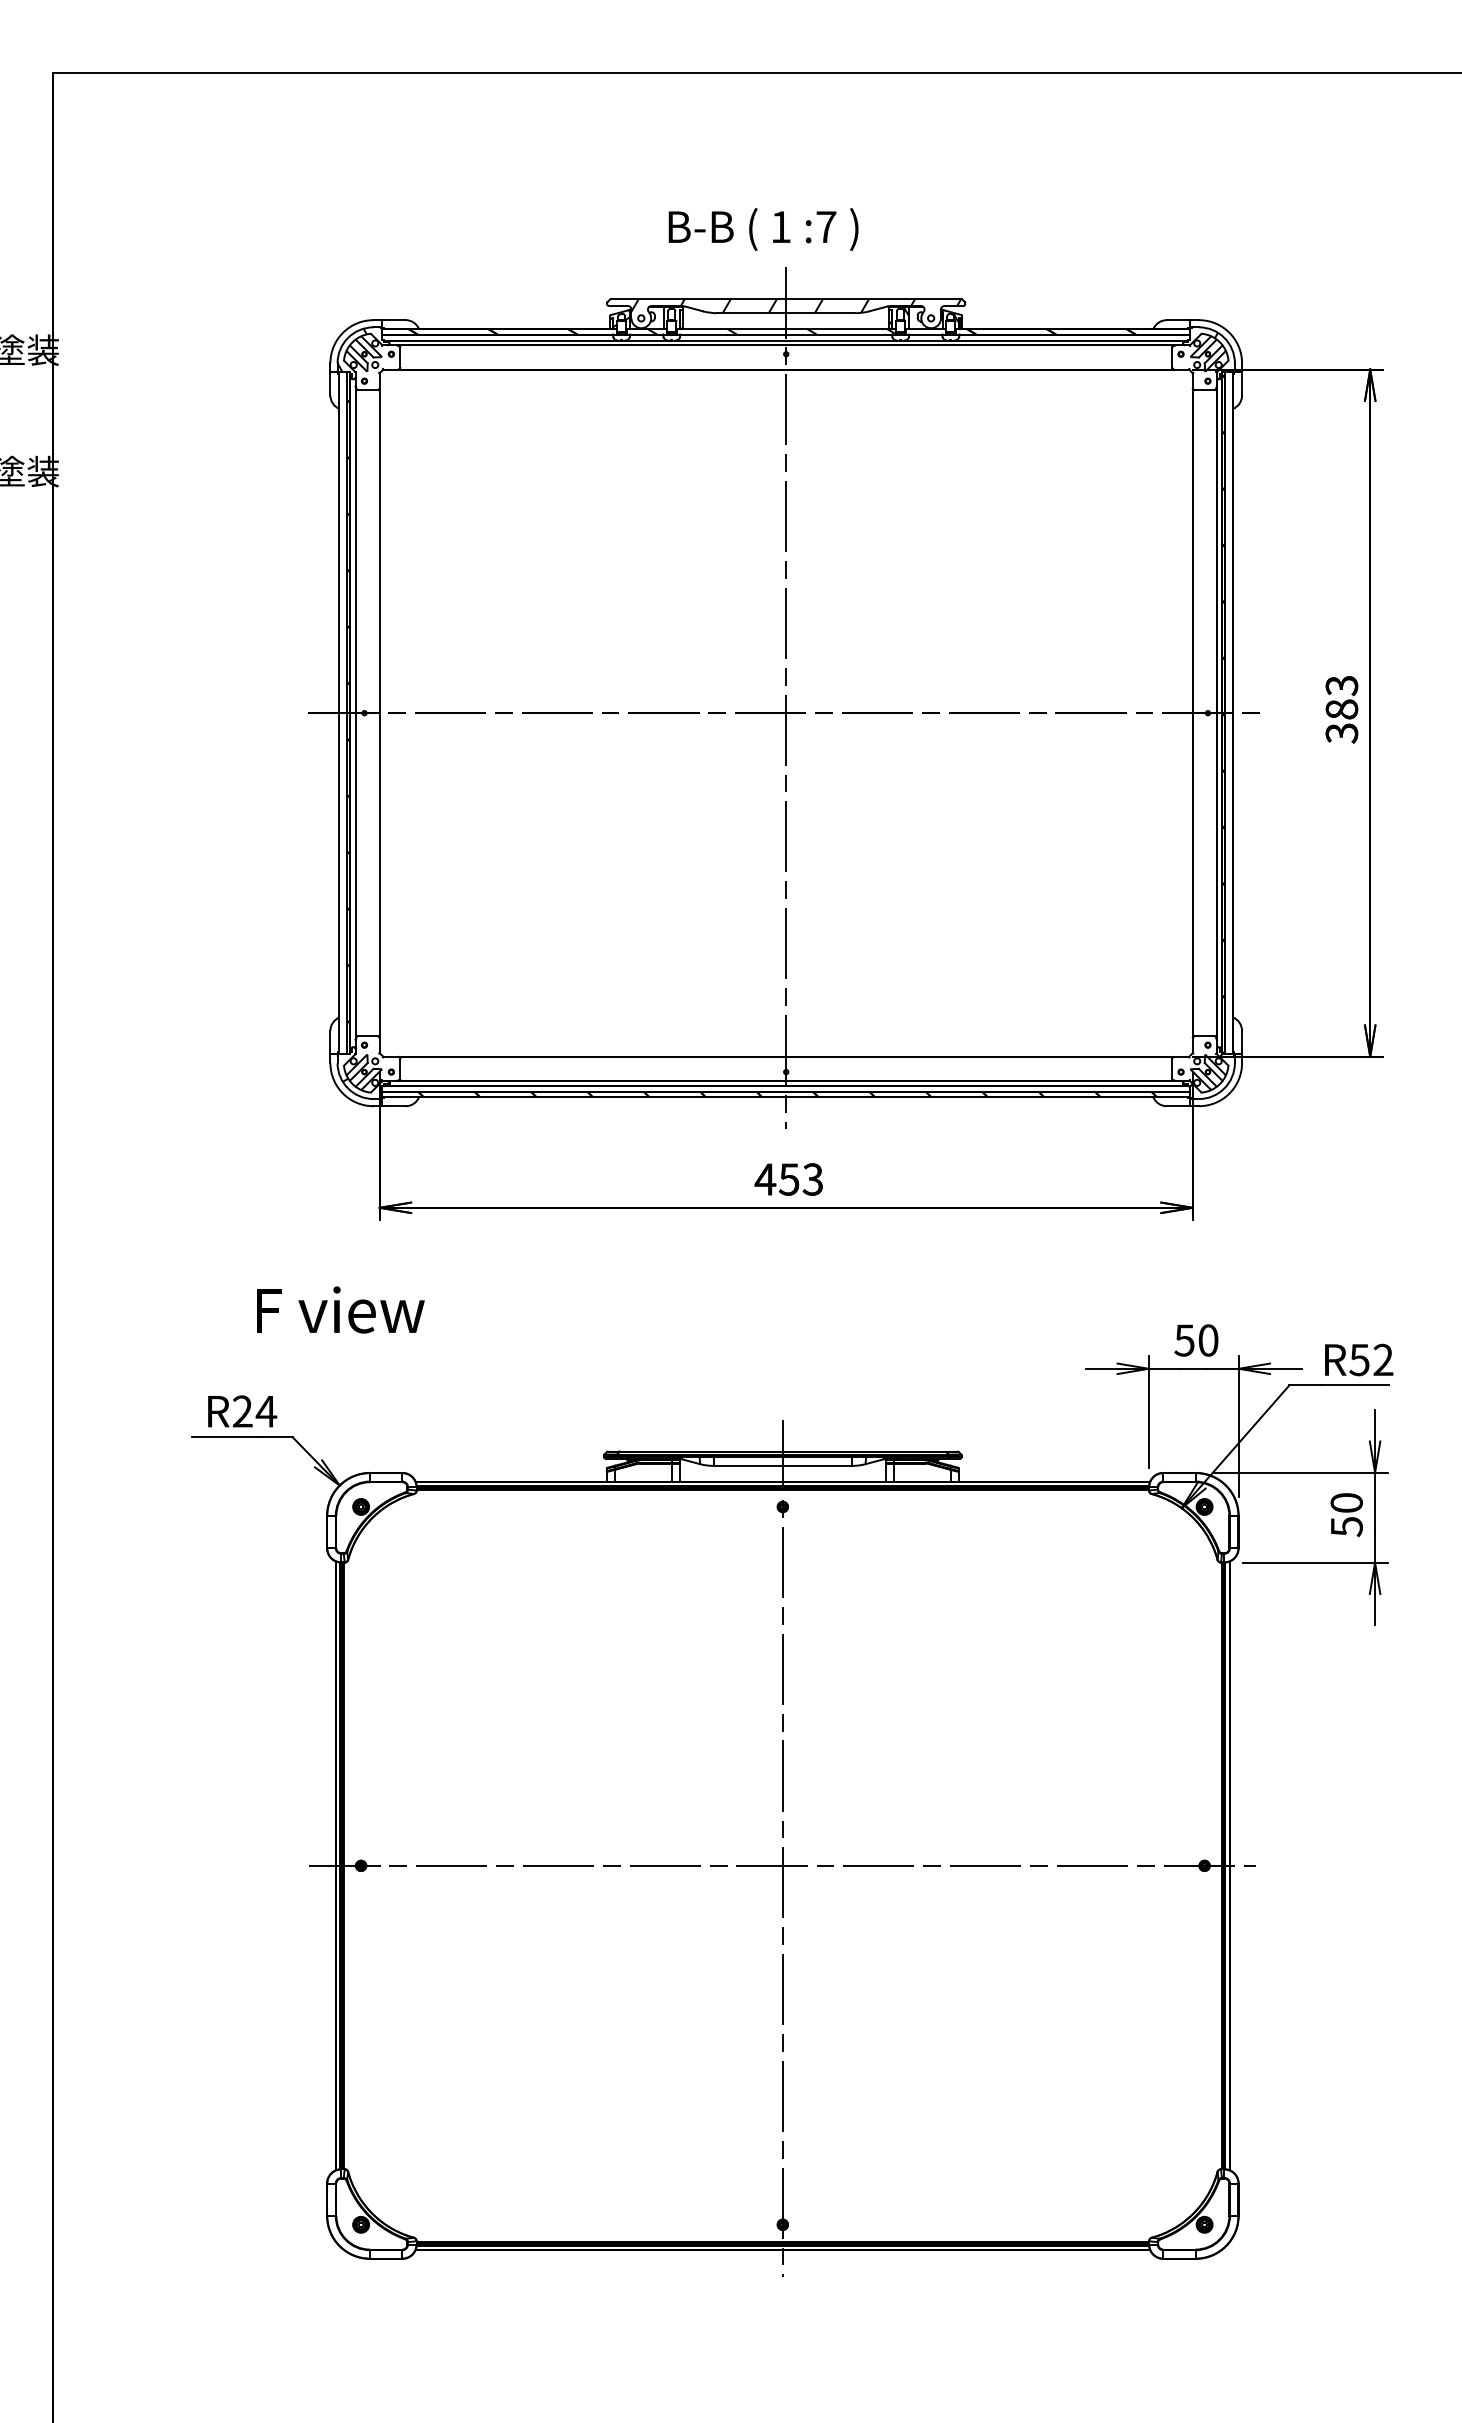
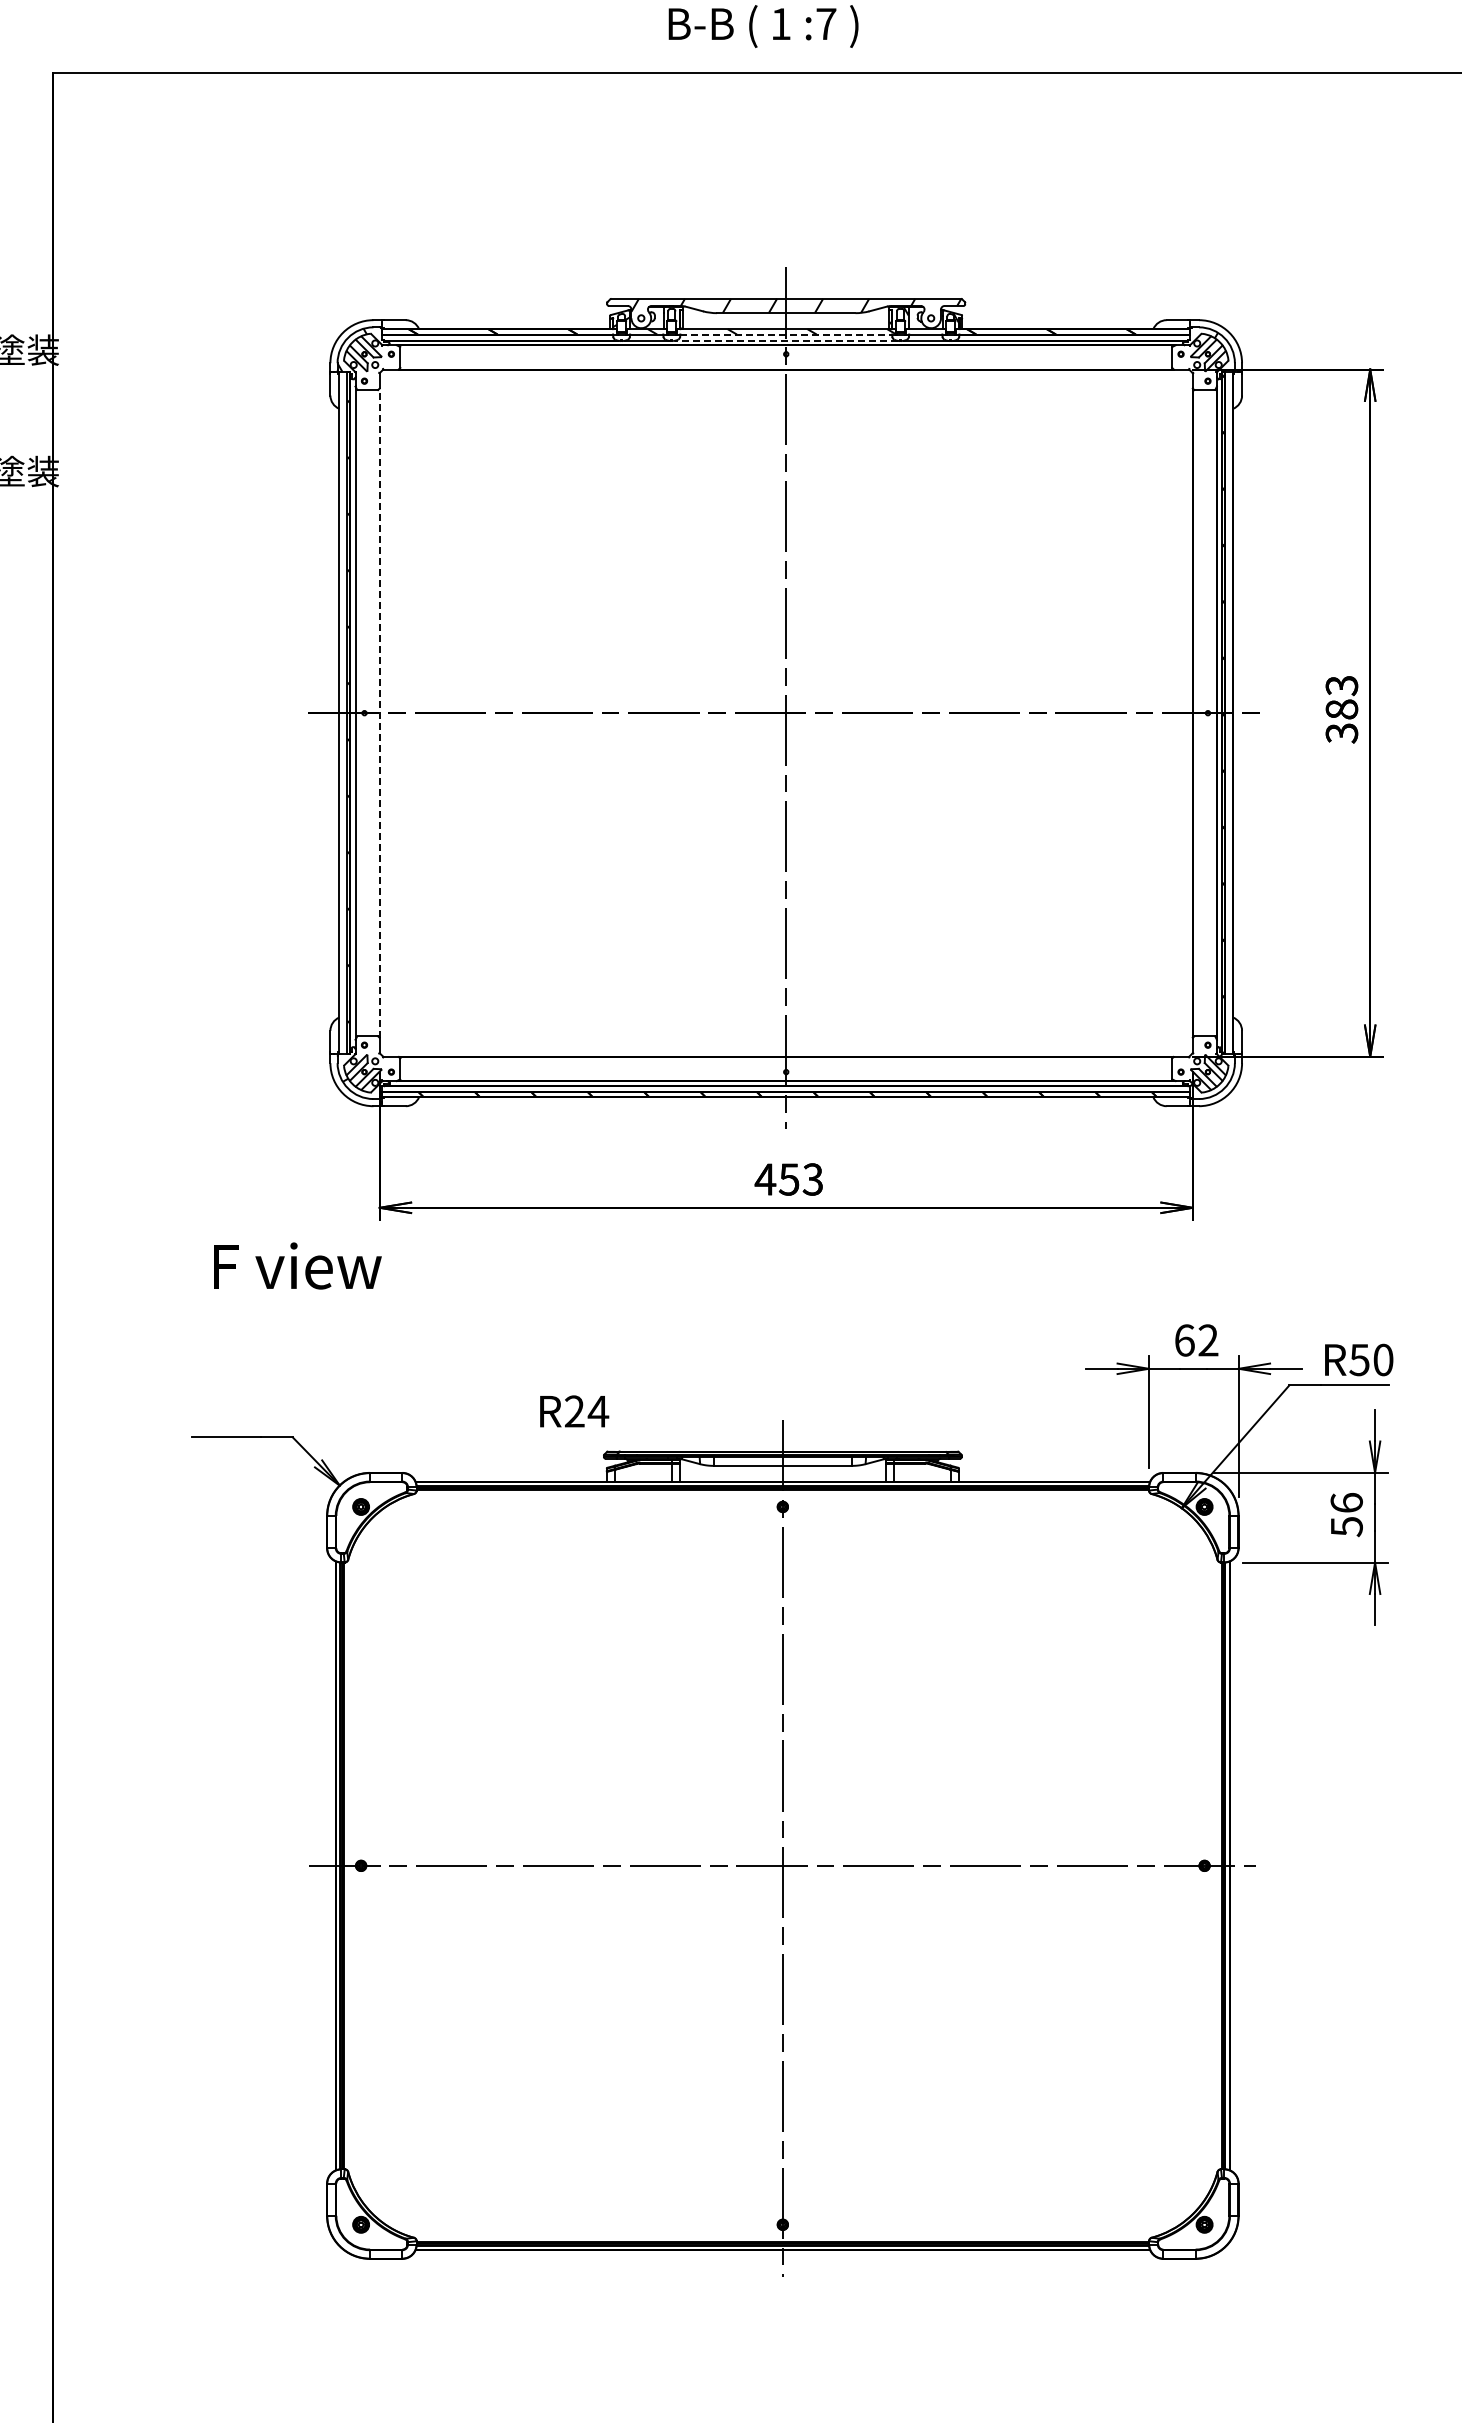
text at (763, 229) position: (763, 229) -> (763, 26)
line at (786, 334): solid -> dashed
line at (785, 340): solid -> dashed
line at (379, 713): solid -> dashed
text at (340, 1309) position: (340, 1309) -> (297, 1265)
text at (1196, 1340): 50 -> 62
text at (1383, 1359): R52 -> R50
text at (242, 1411) position: (242, 1411) -> (574, 1411)
text at (1346, 1502): 50 -> 56
